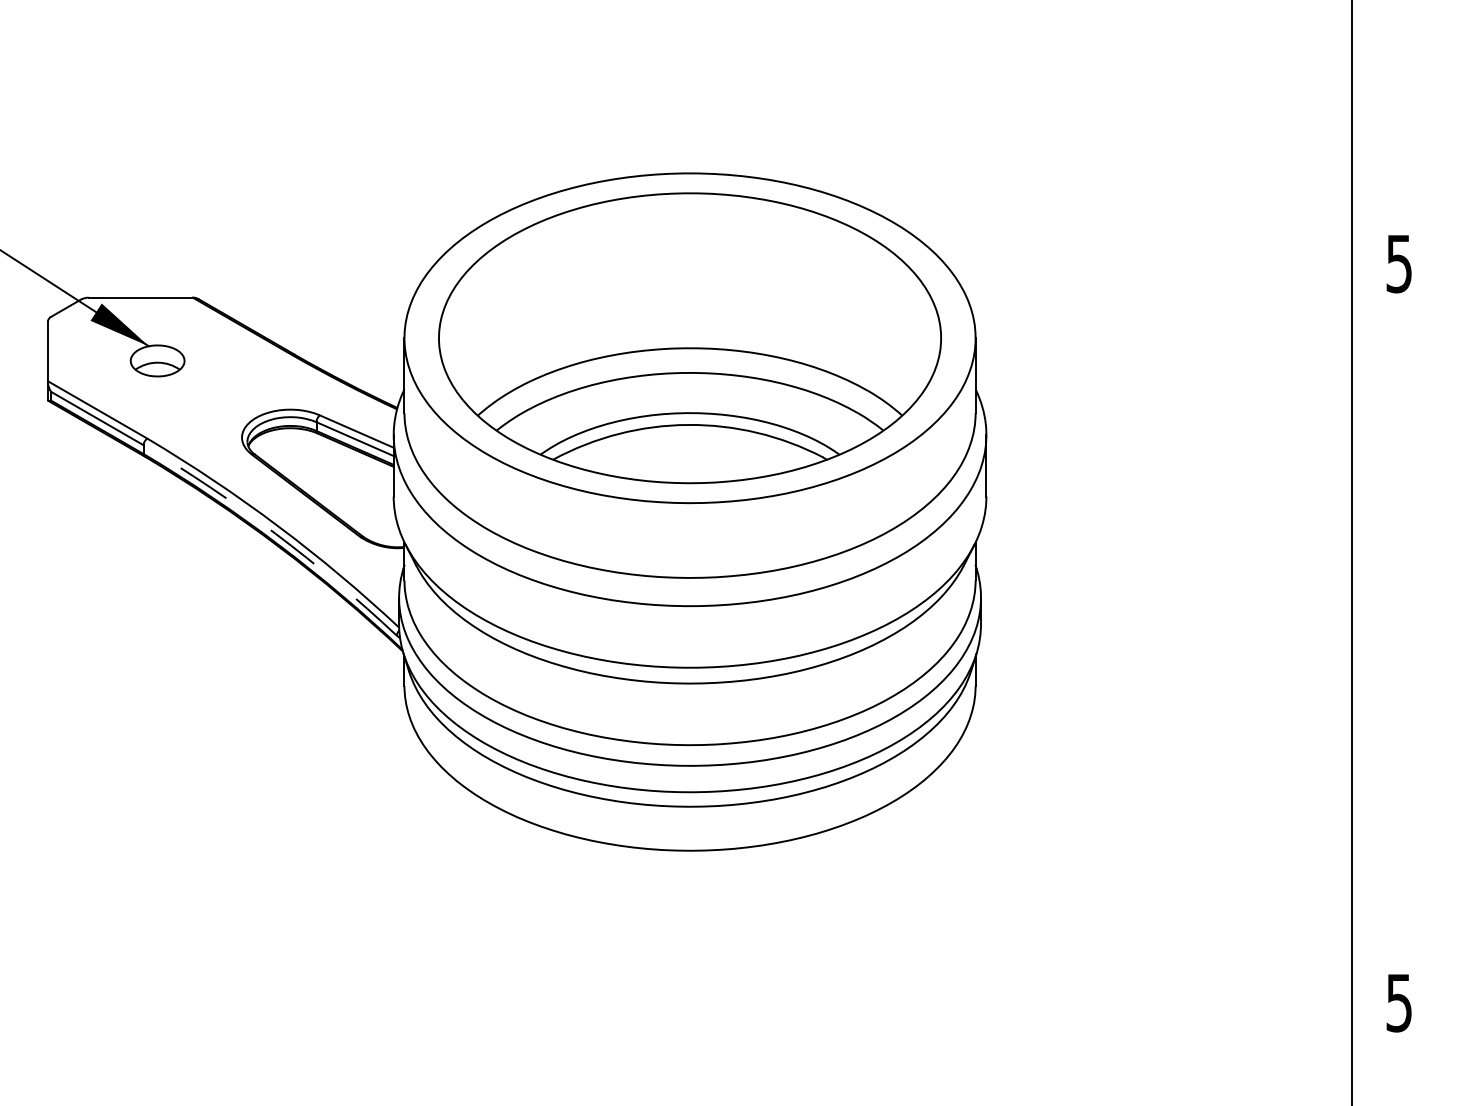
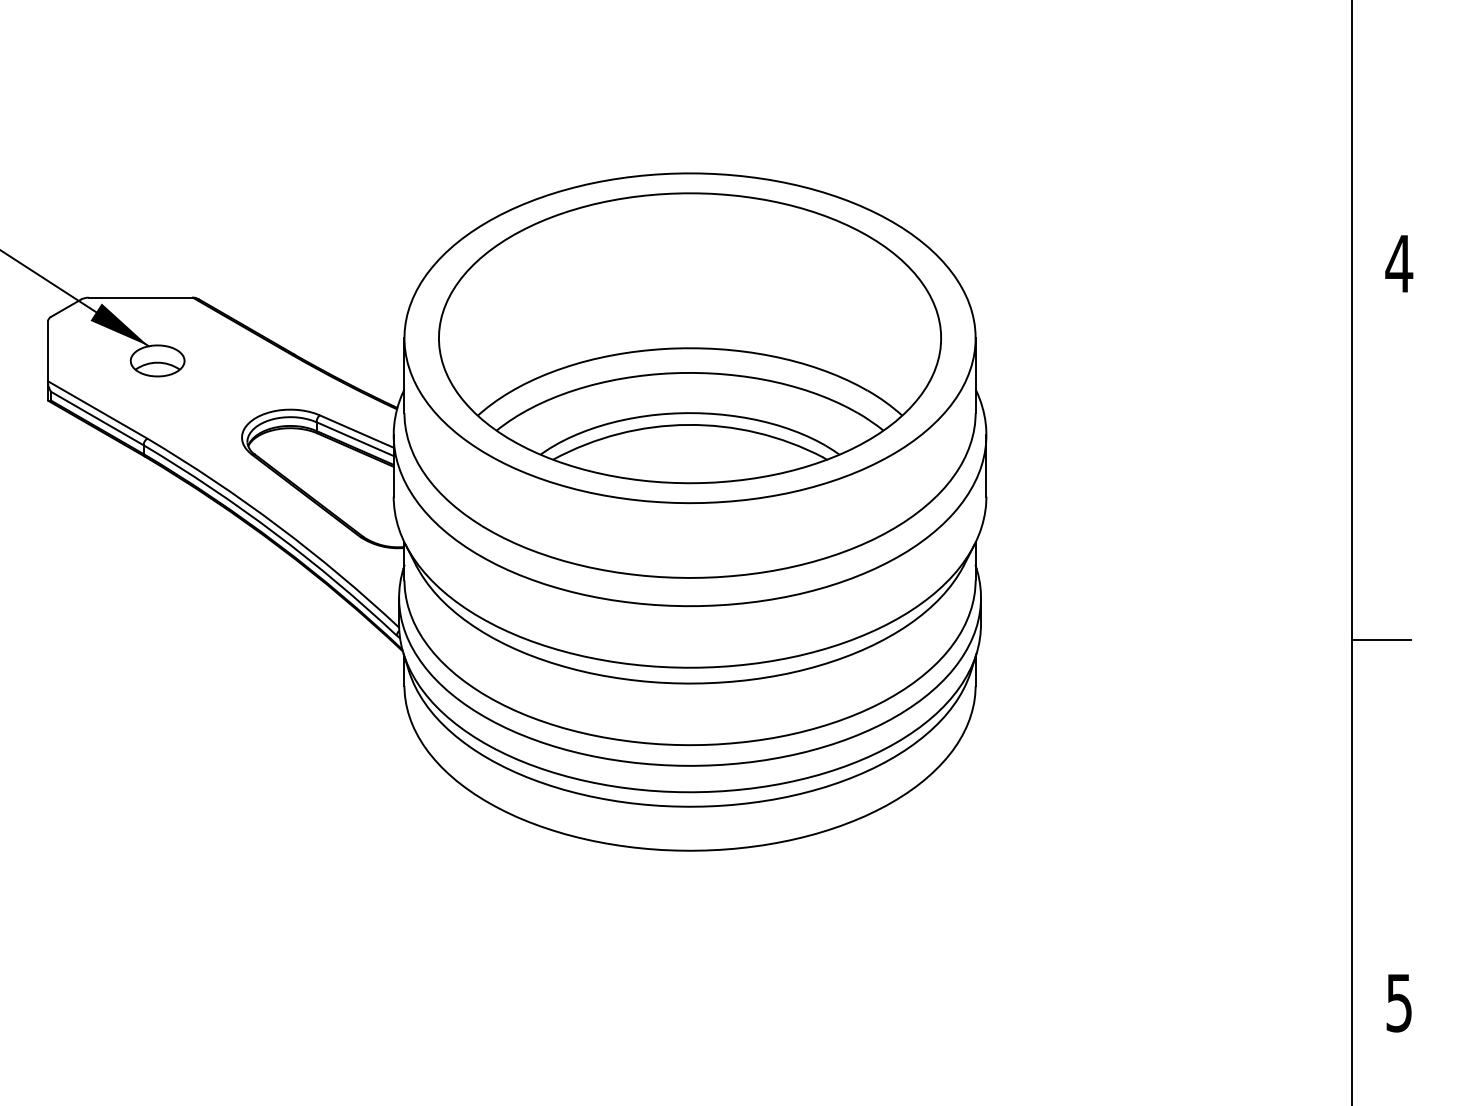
text at (1399, 264): 5 -> 4
arc at (275, 533): dashed -> solid
line at (1381, 639): none -> present
